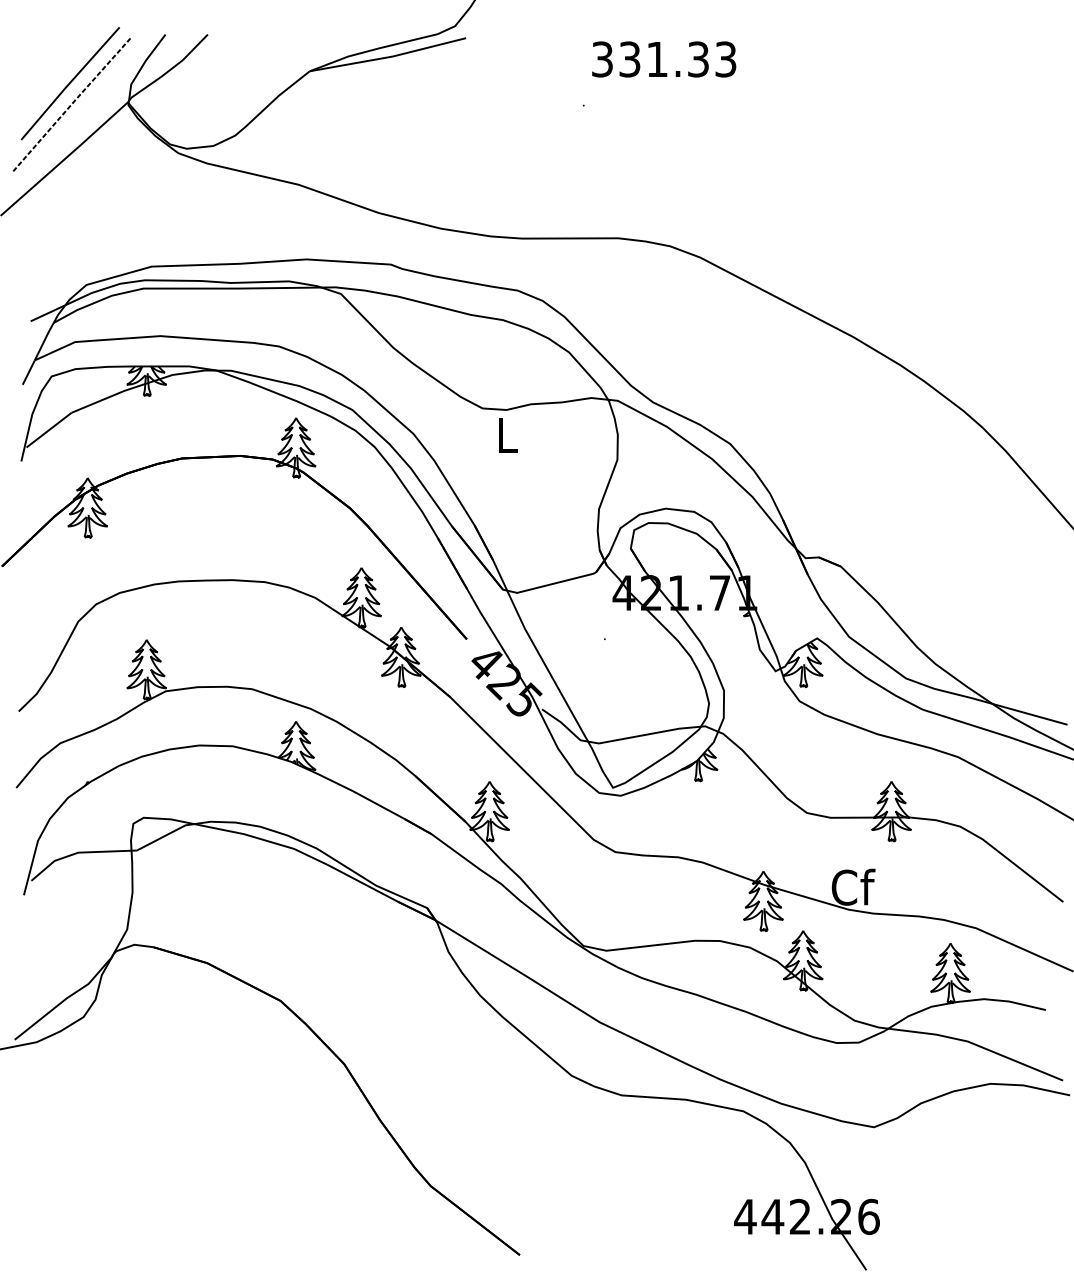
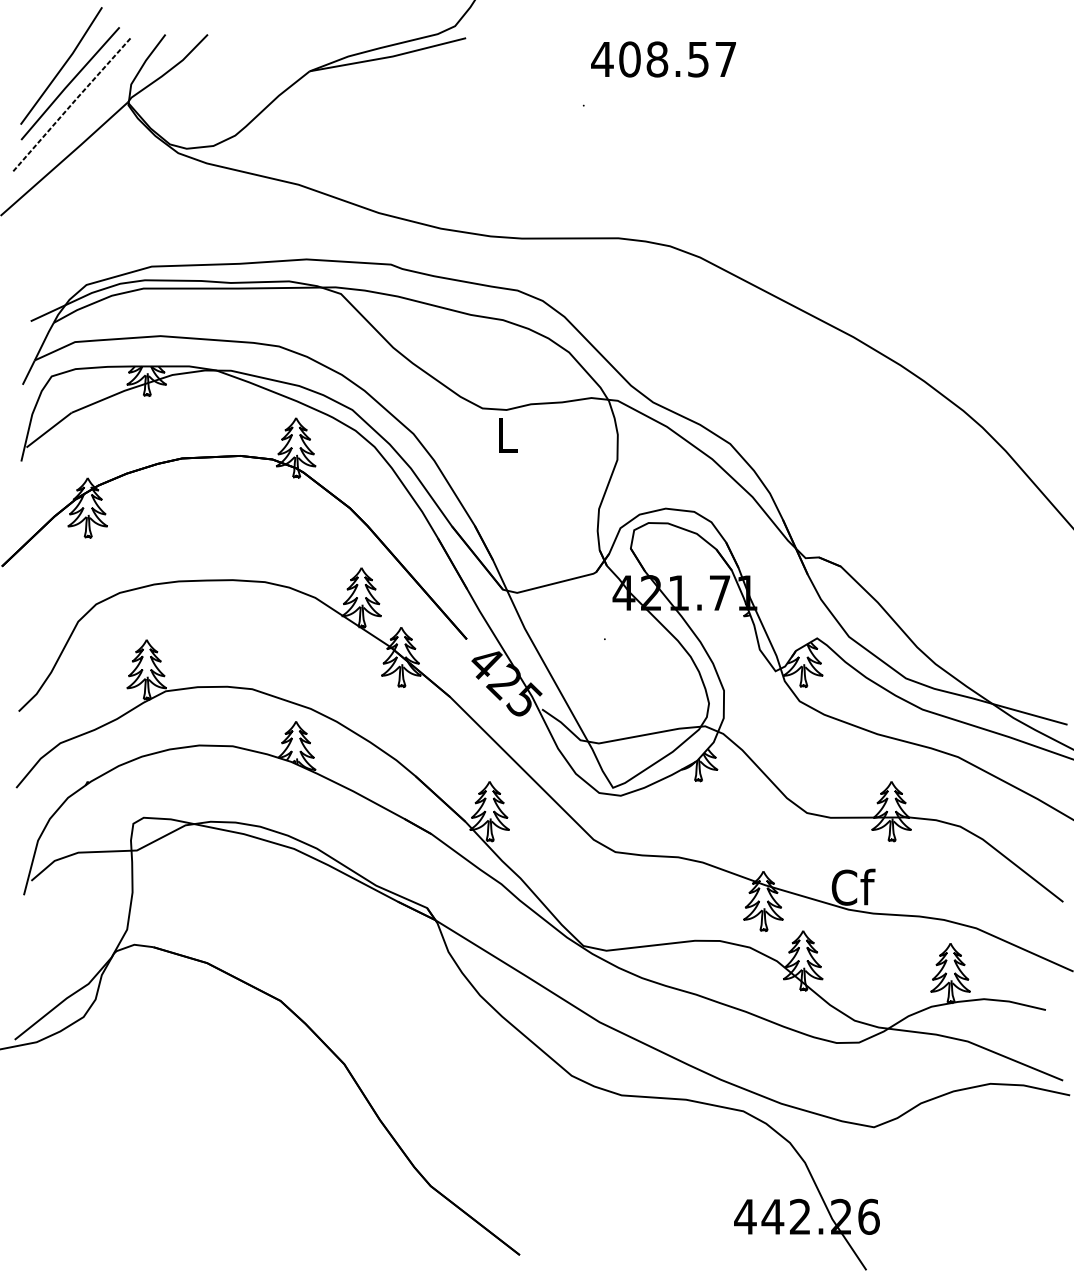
text at (663, 59): 331.33 -> 408.57
line at (62, 65): none -> present
